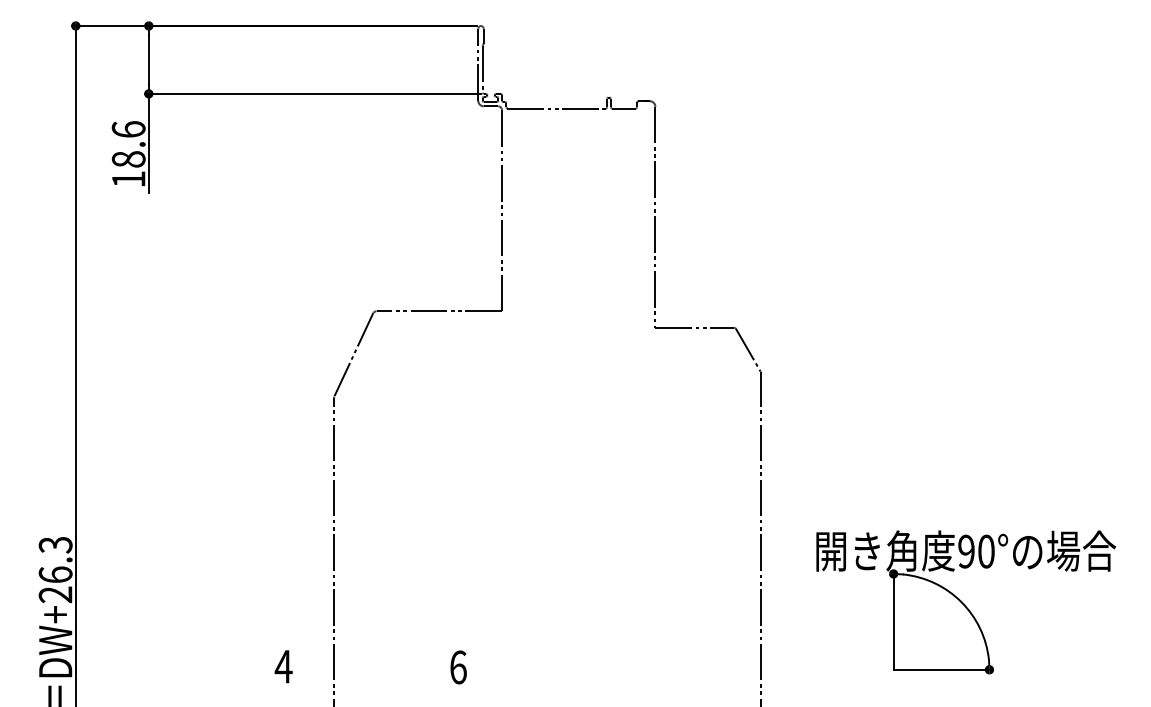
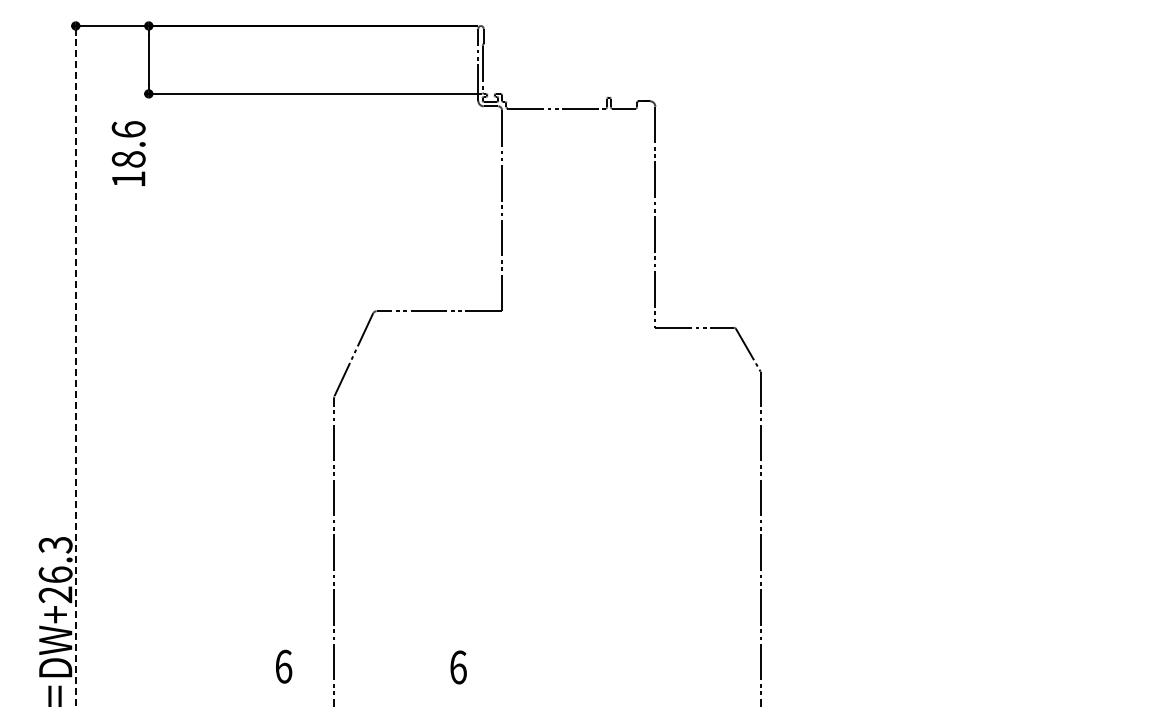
line at (148, 142): present -> none
line at (75, 371): solid -> dashed
part at (966, 602): present -> none
text at (283, 666): 4 -> 6
